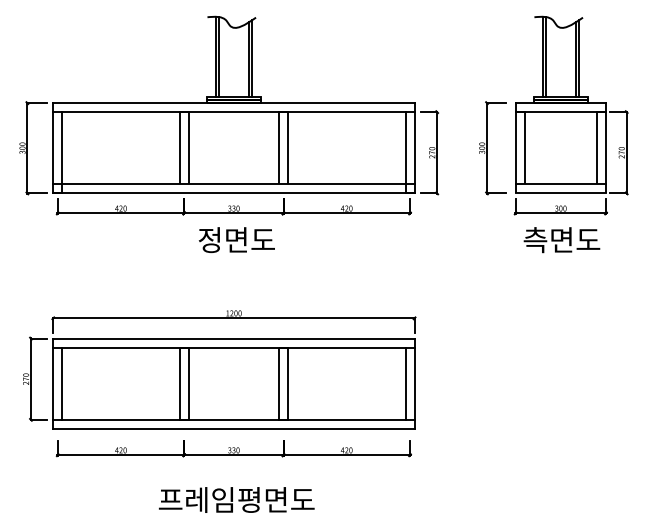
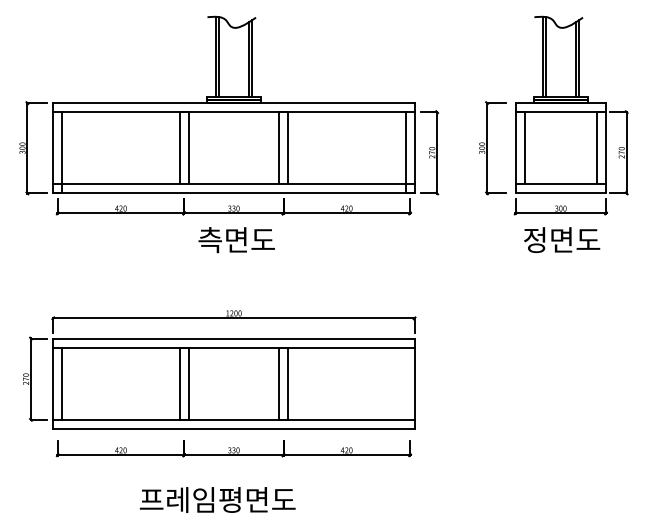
text at (209, 240): 정면도 -> 측면도
text at (535, 240): 측면도 -> 정면도
line at (405, 383): present -> none
text at (236, 499) position: (236, 499) -> (217, 499)
